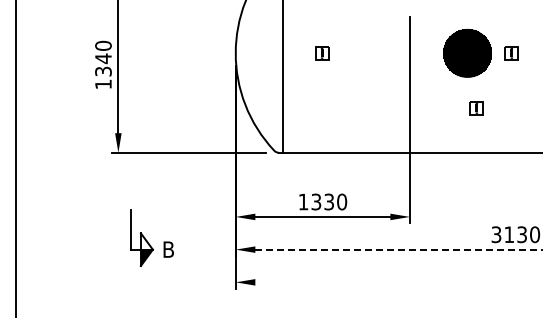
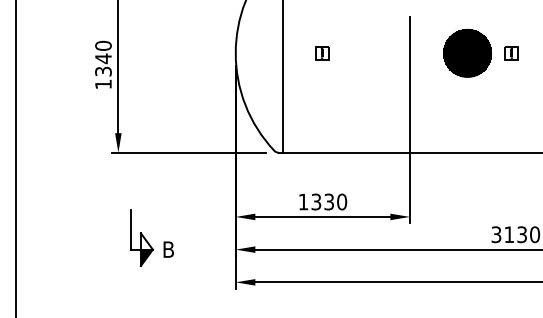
part at (476, 108): present -> none
line at (399, 249): dashed -> solid
line at (397, 282): none -> present
